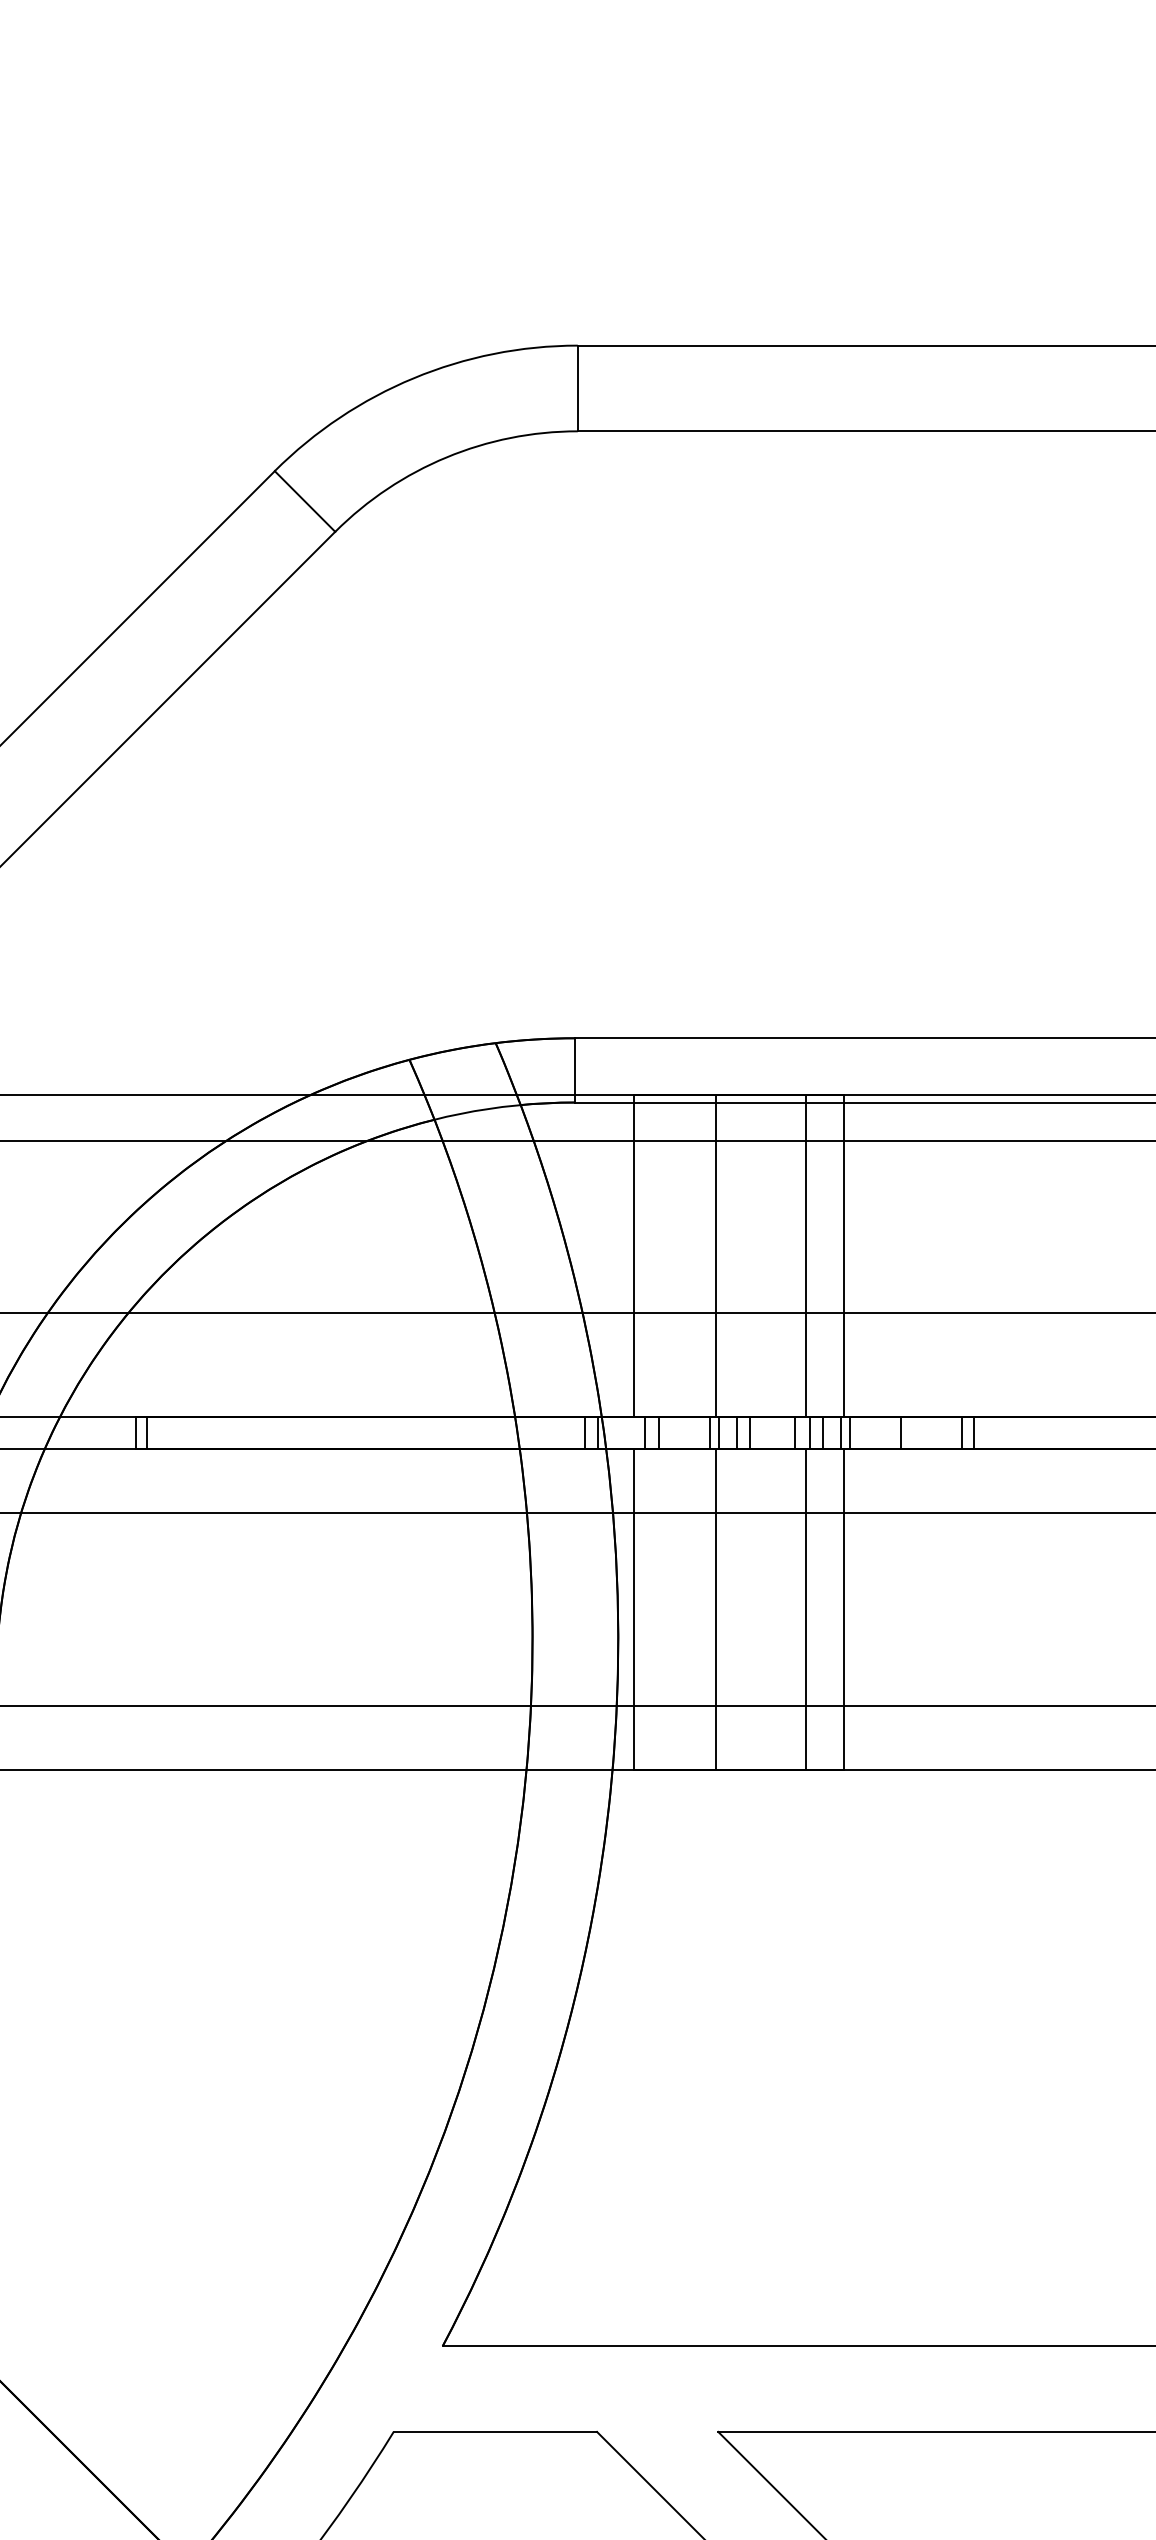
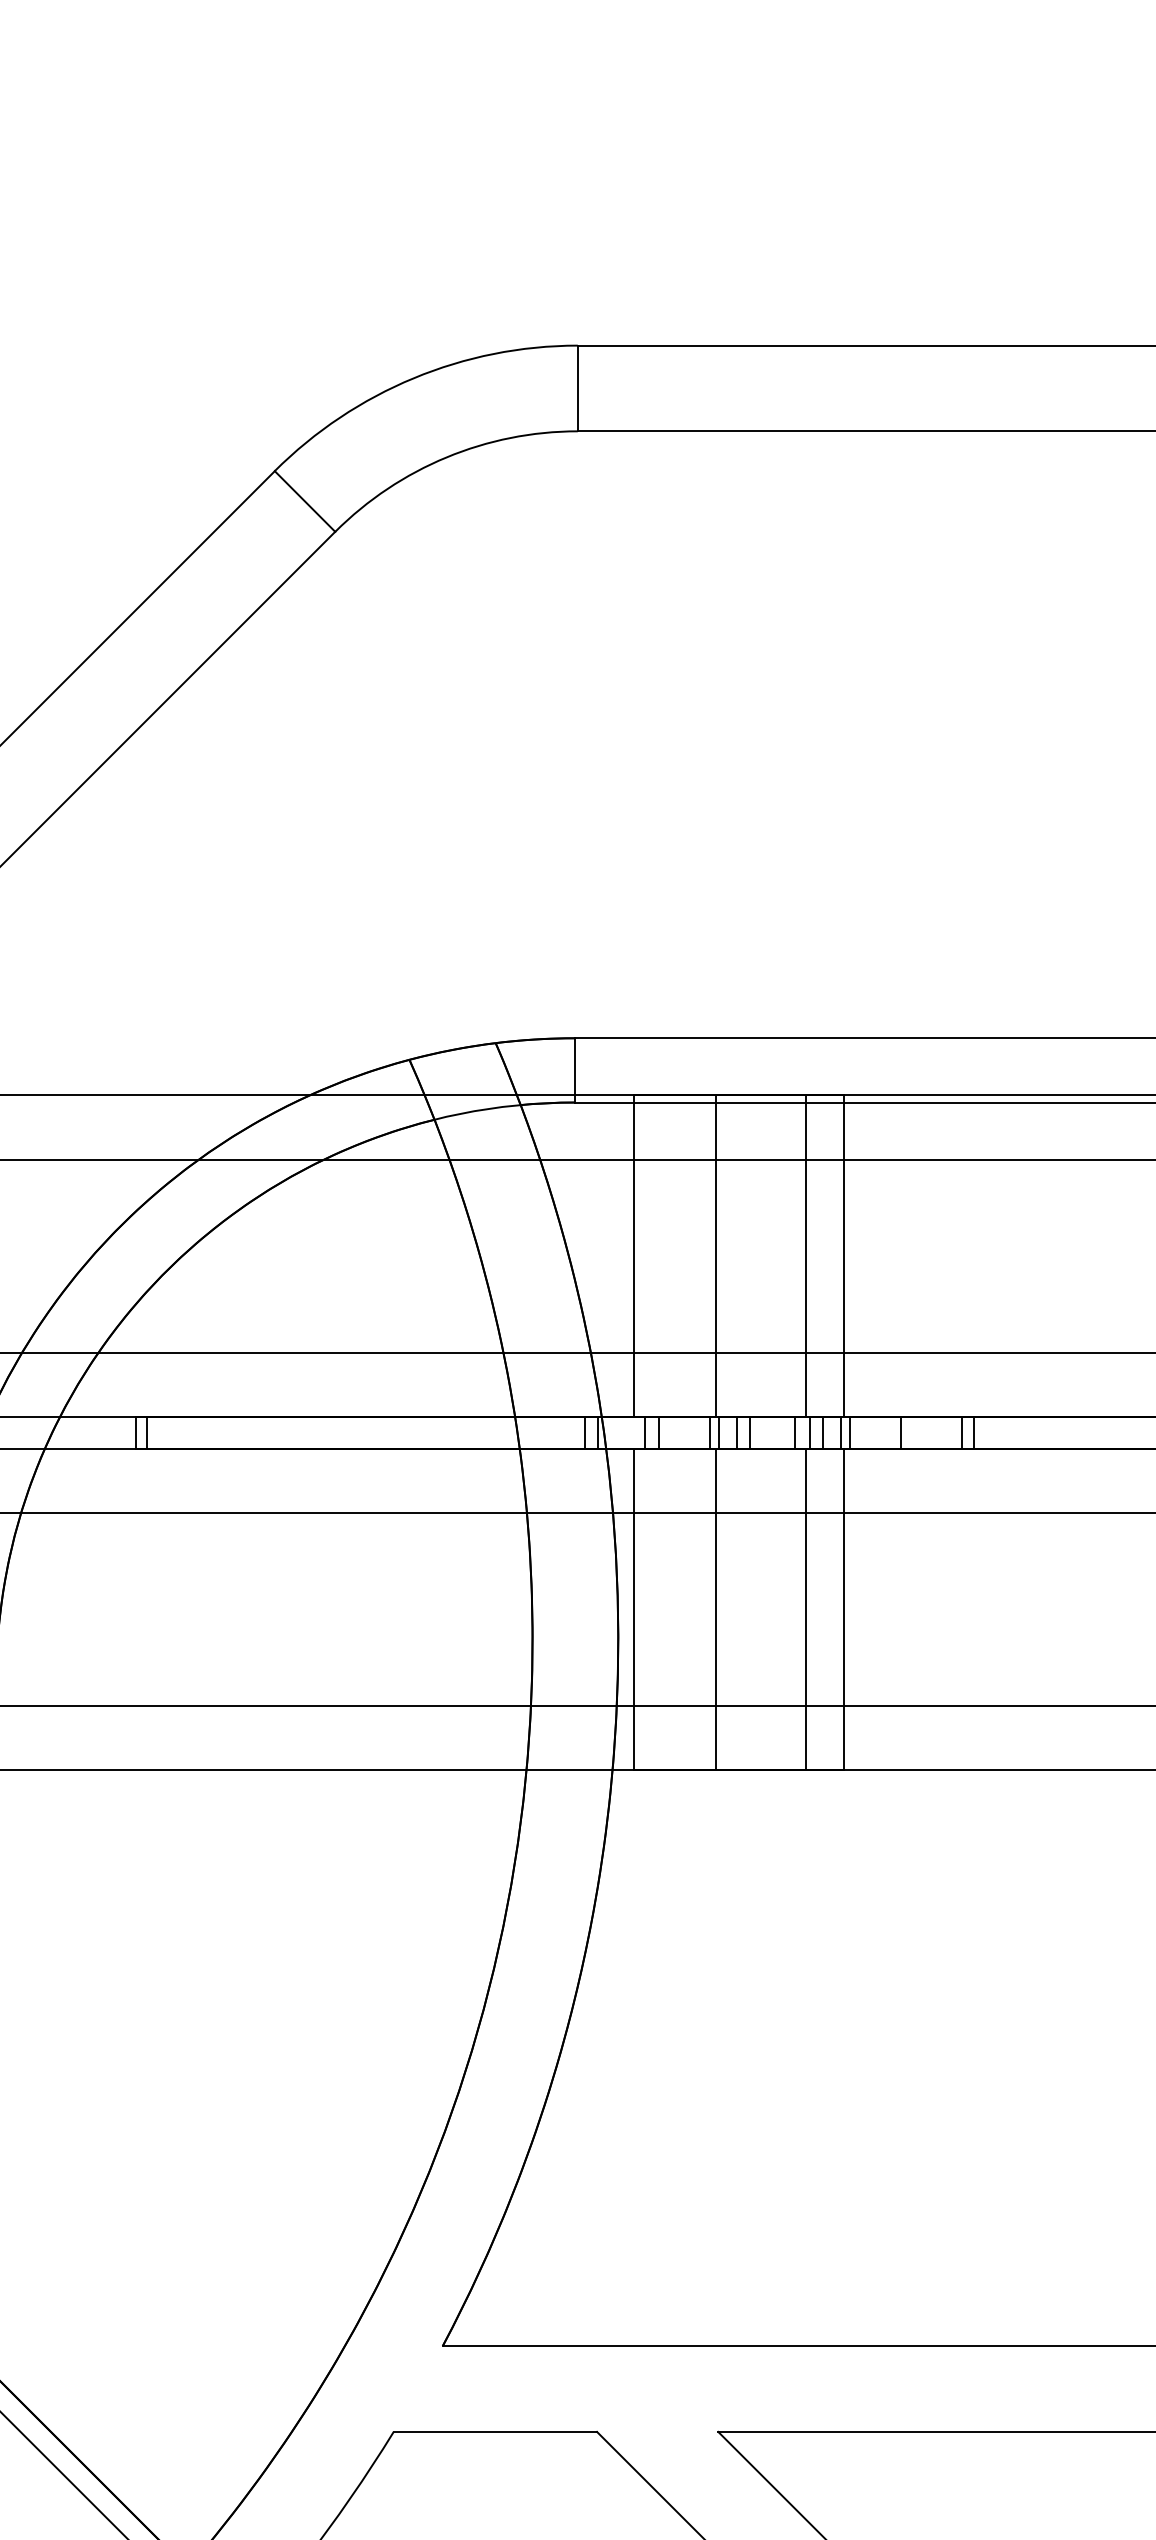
line at (577, 1140) position: (577, 1140) -> (577, 1159)
line at (577, 1312) position: (577, 1312) -> (577, 1352)
line at (63, 2474): none -> present
